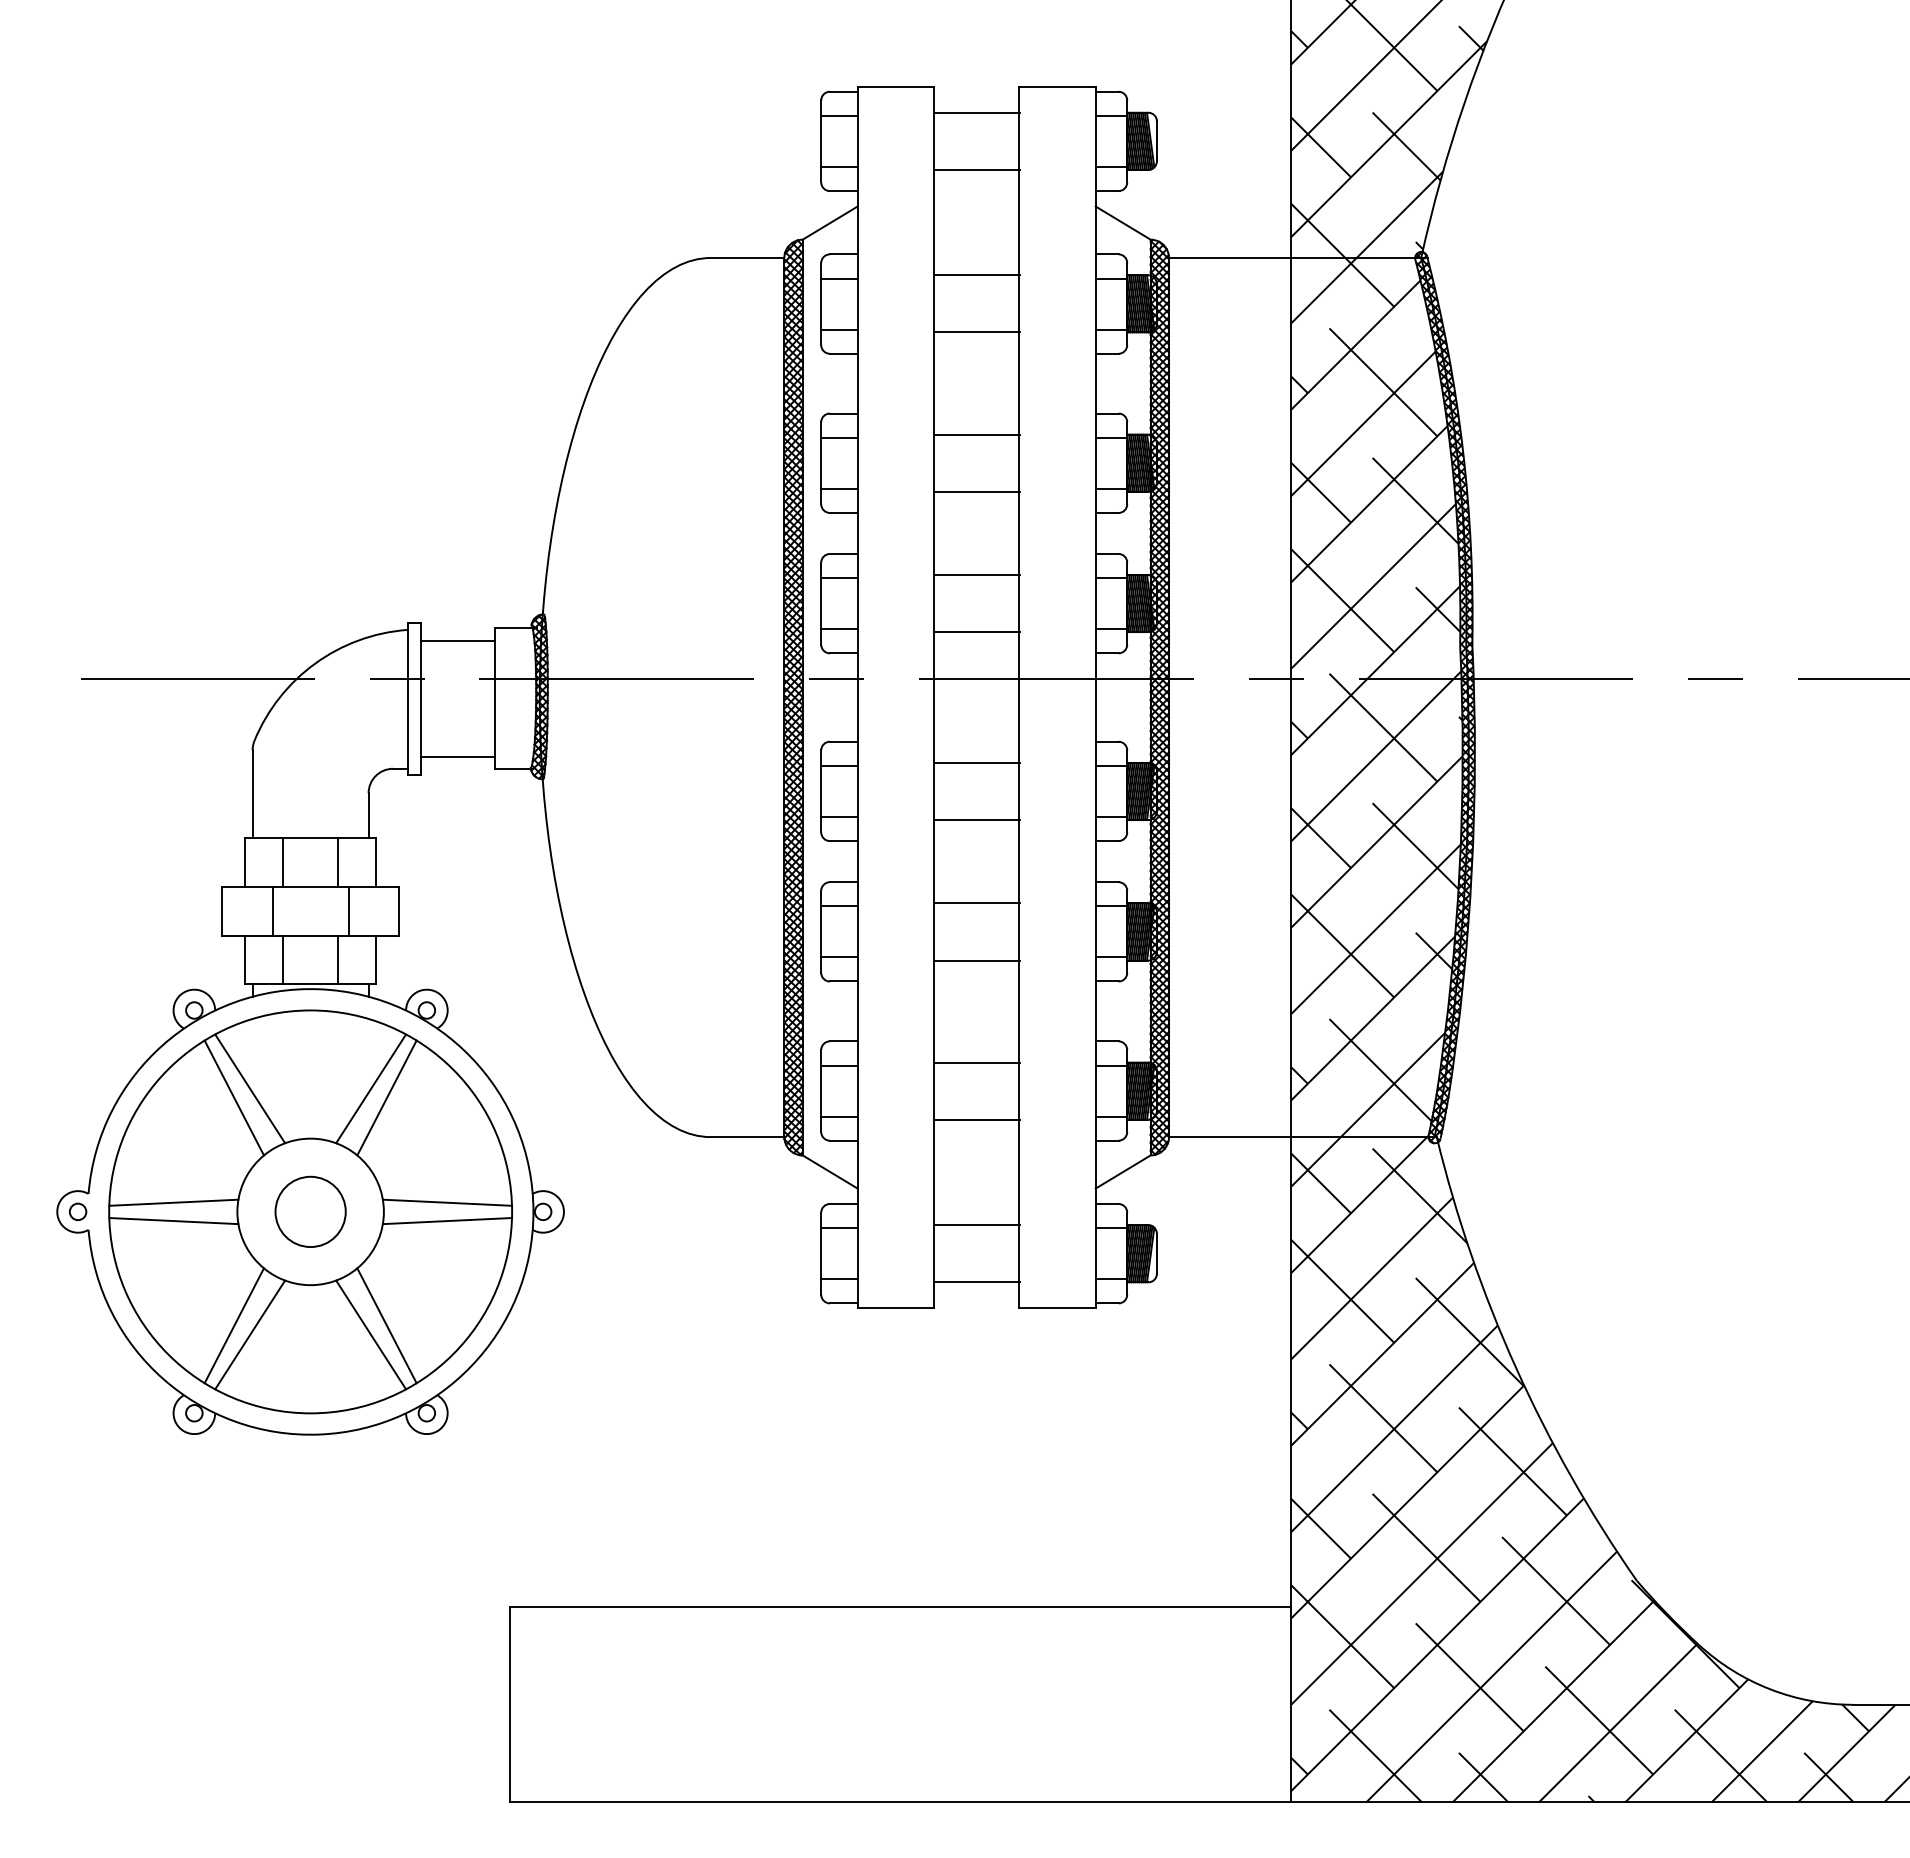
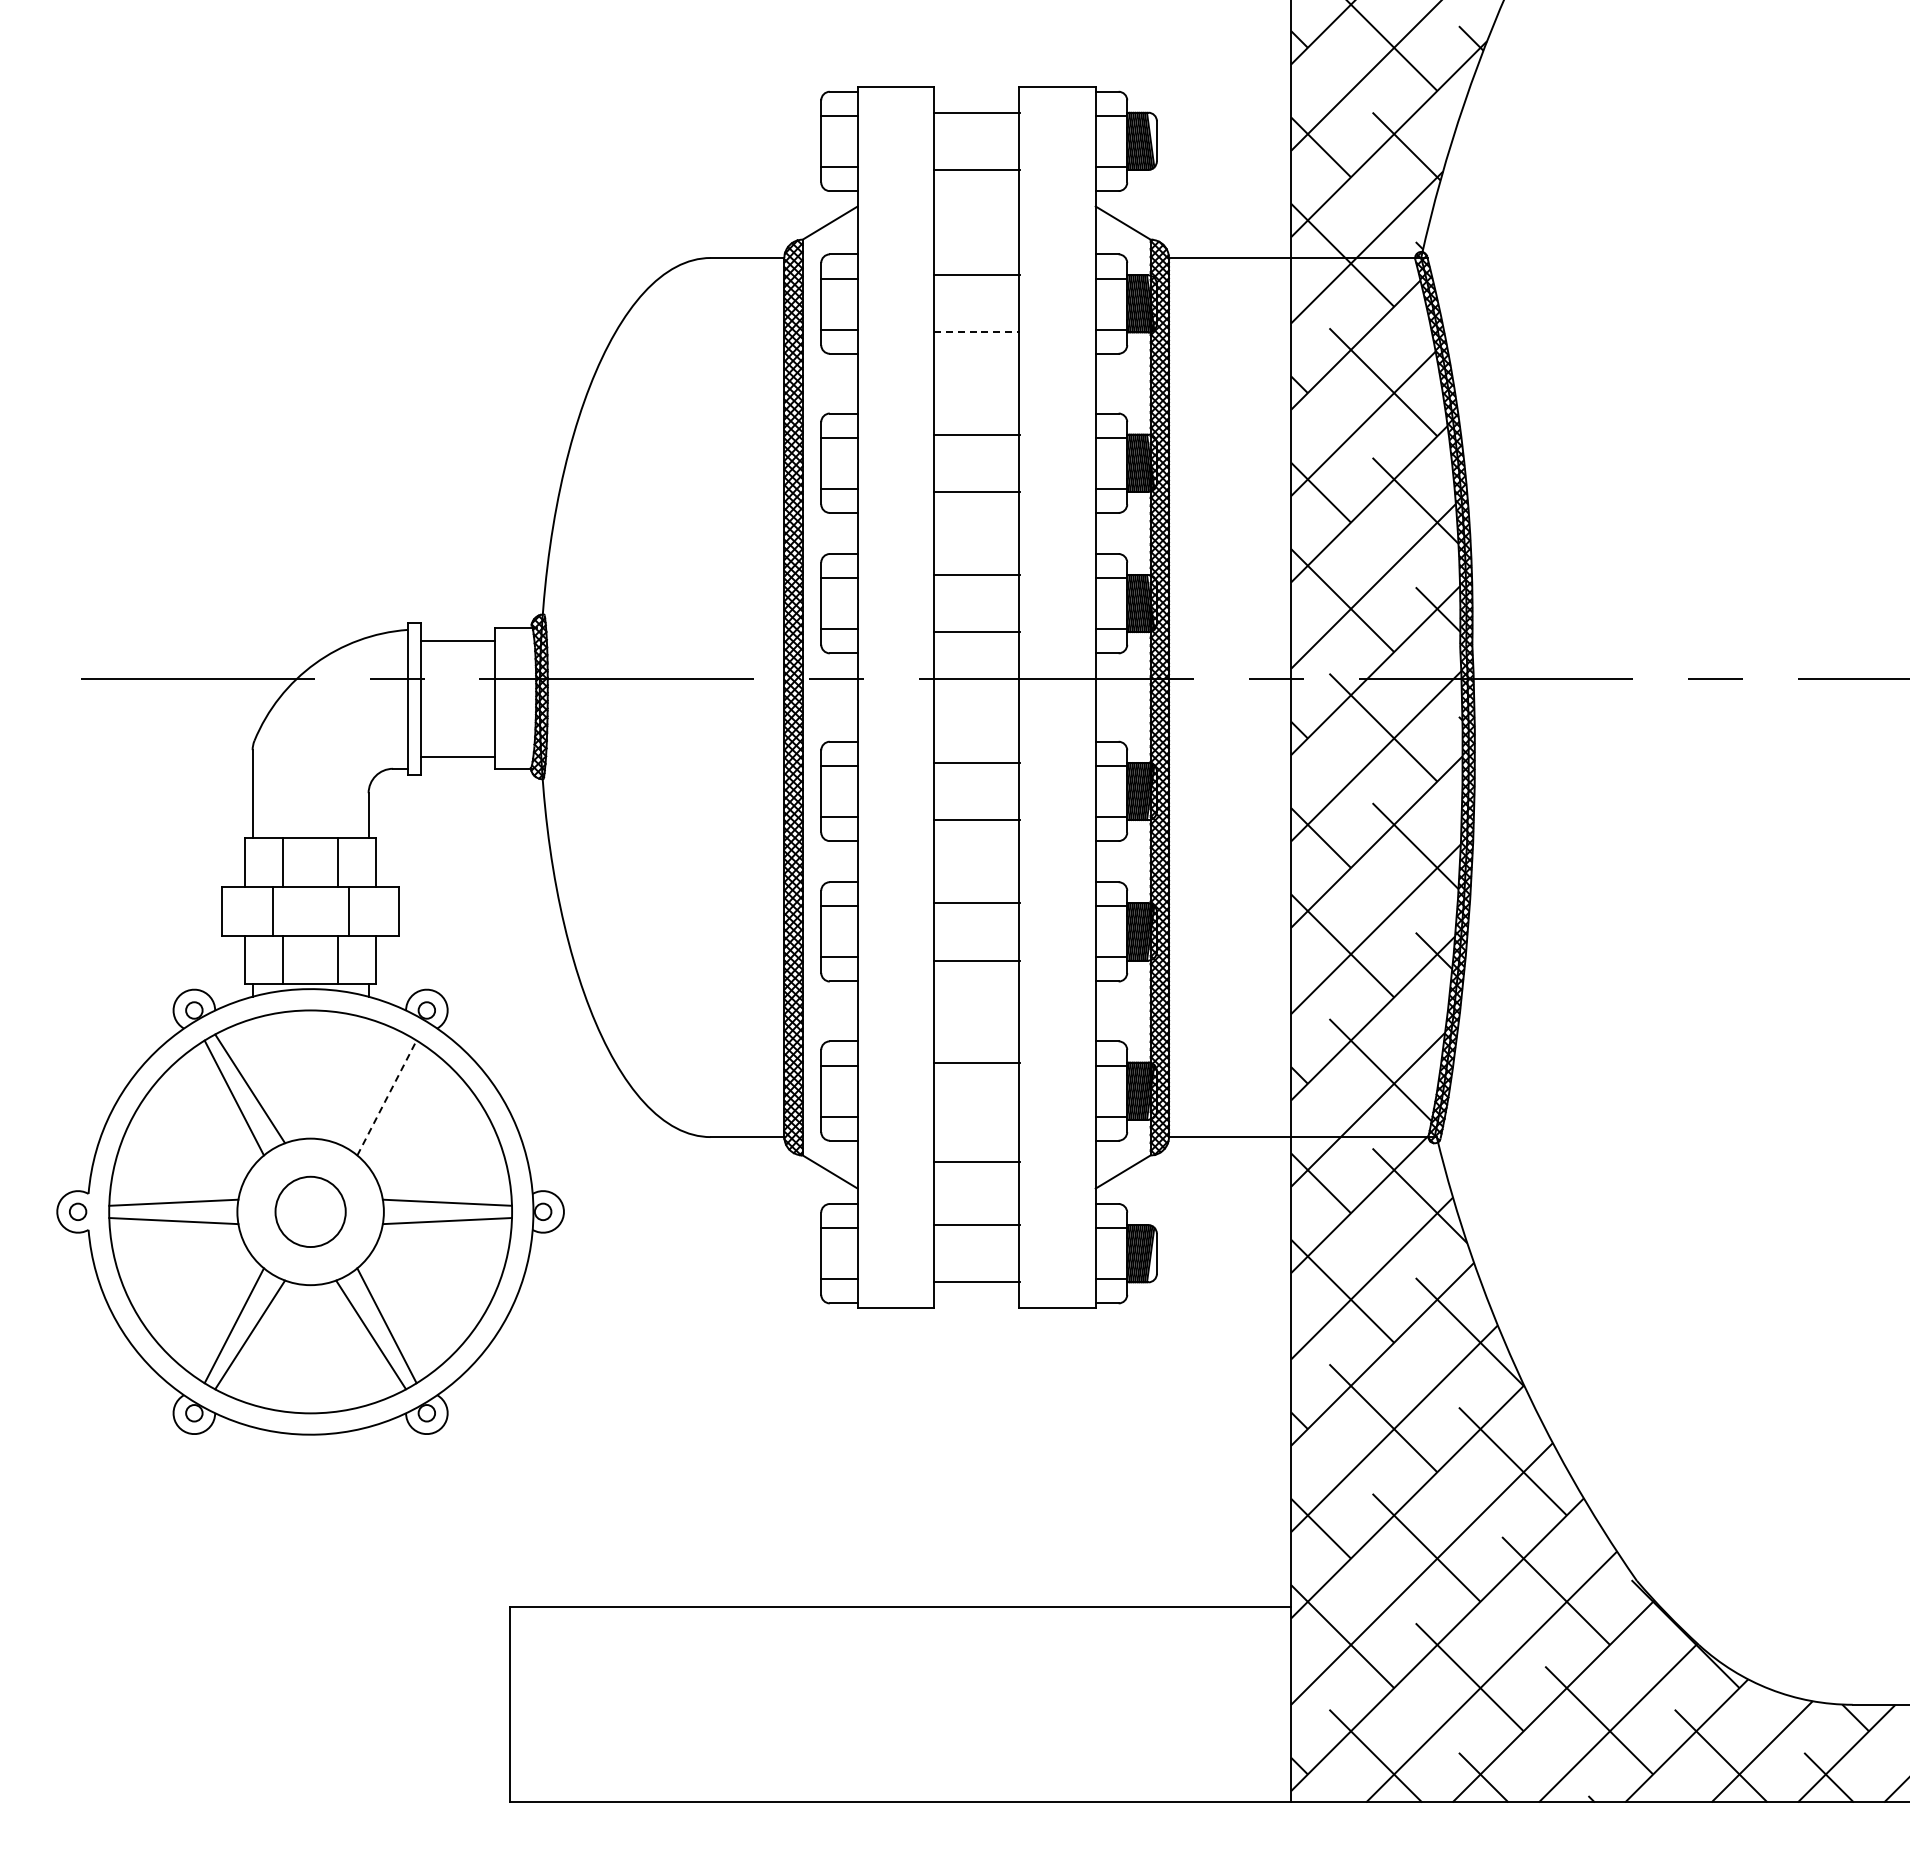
line at (976, 332): solid -> dashed
line at (371, 1088): present -> none
line at (386, 1098): solid -> dashed
line at (976, 1119) position: (976, 1119) -> (976, 1161)
